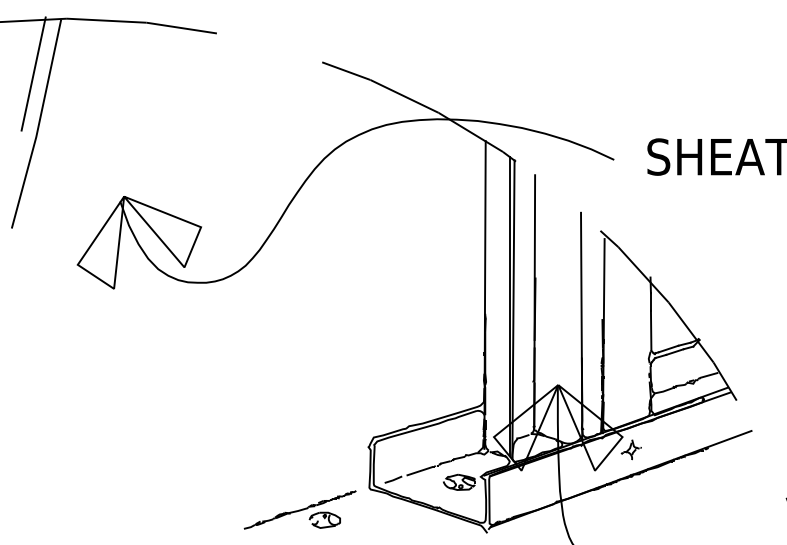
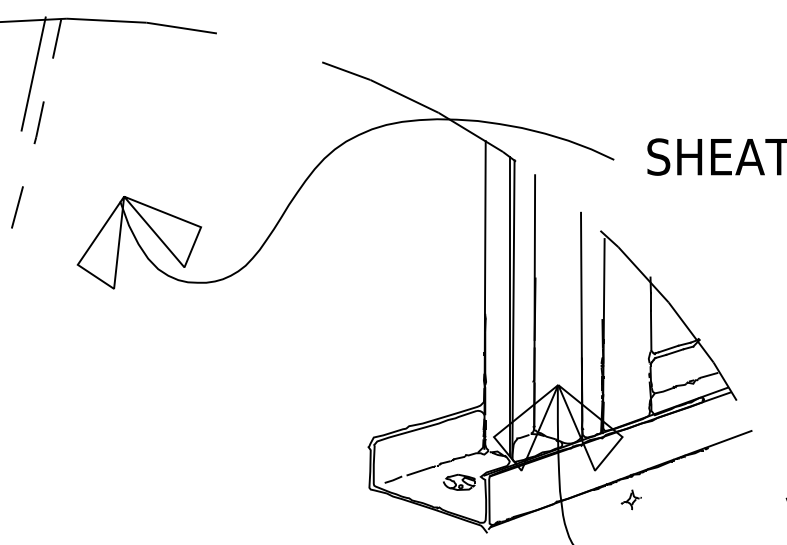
line at (38, 124): solid -> dashed
part at (630, 449) position: (630, 449) -> (630, 499)
part at (299, 509): present -> none
